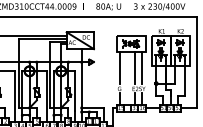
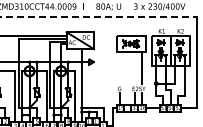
line at (99, 17): solid -> dashed
line at (120, 68): present -> none
line at (134, 68): present -> none
